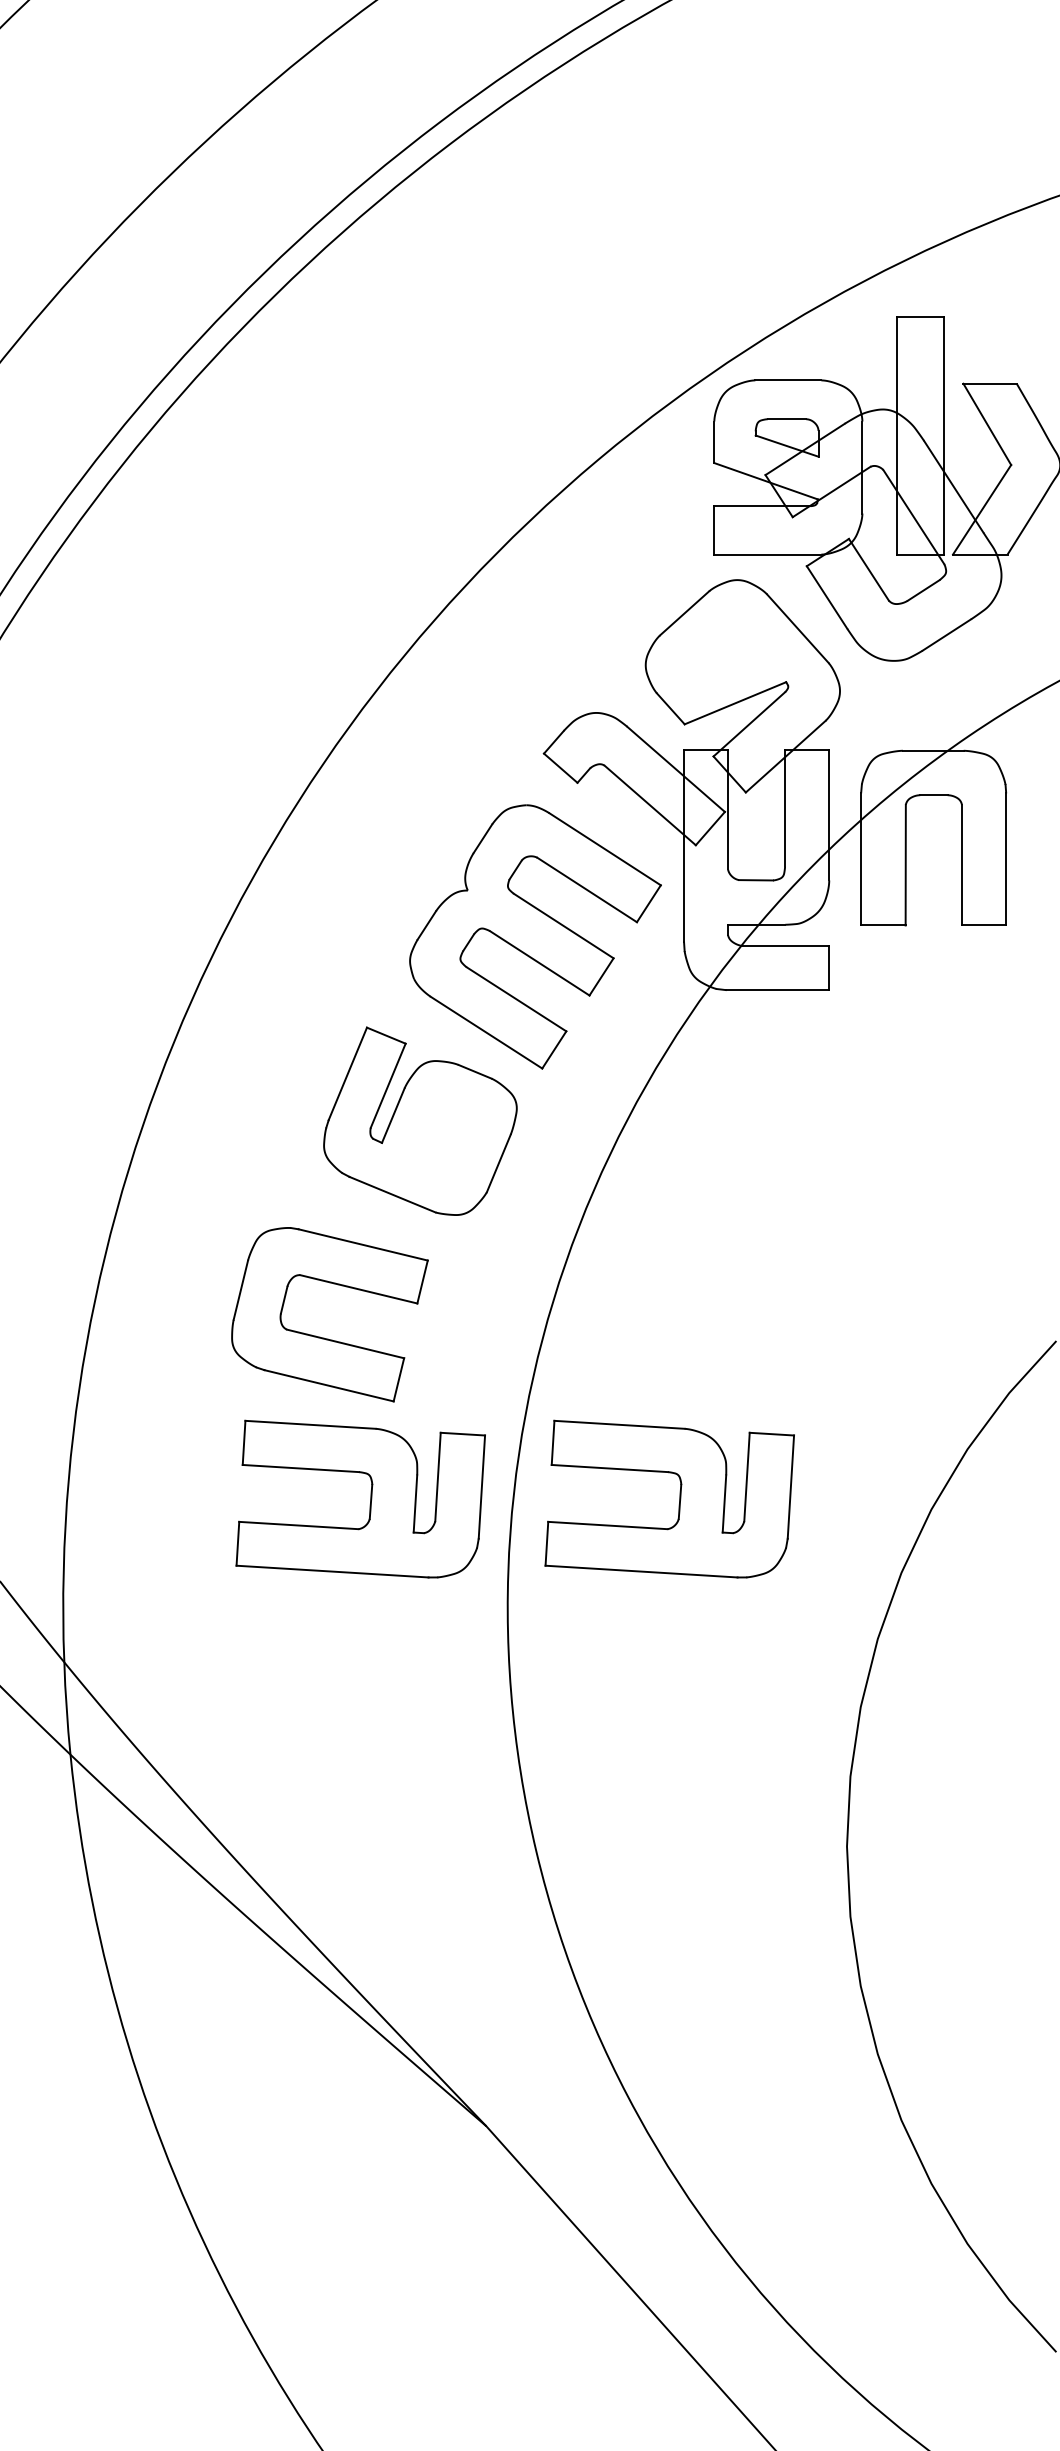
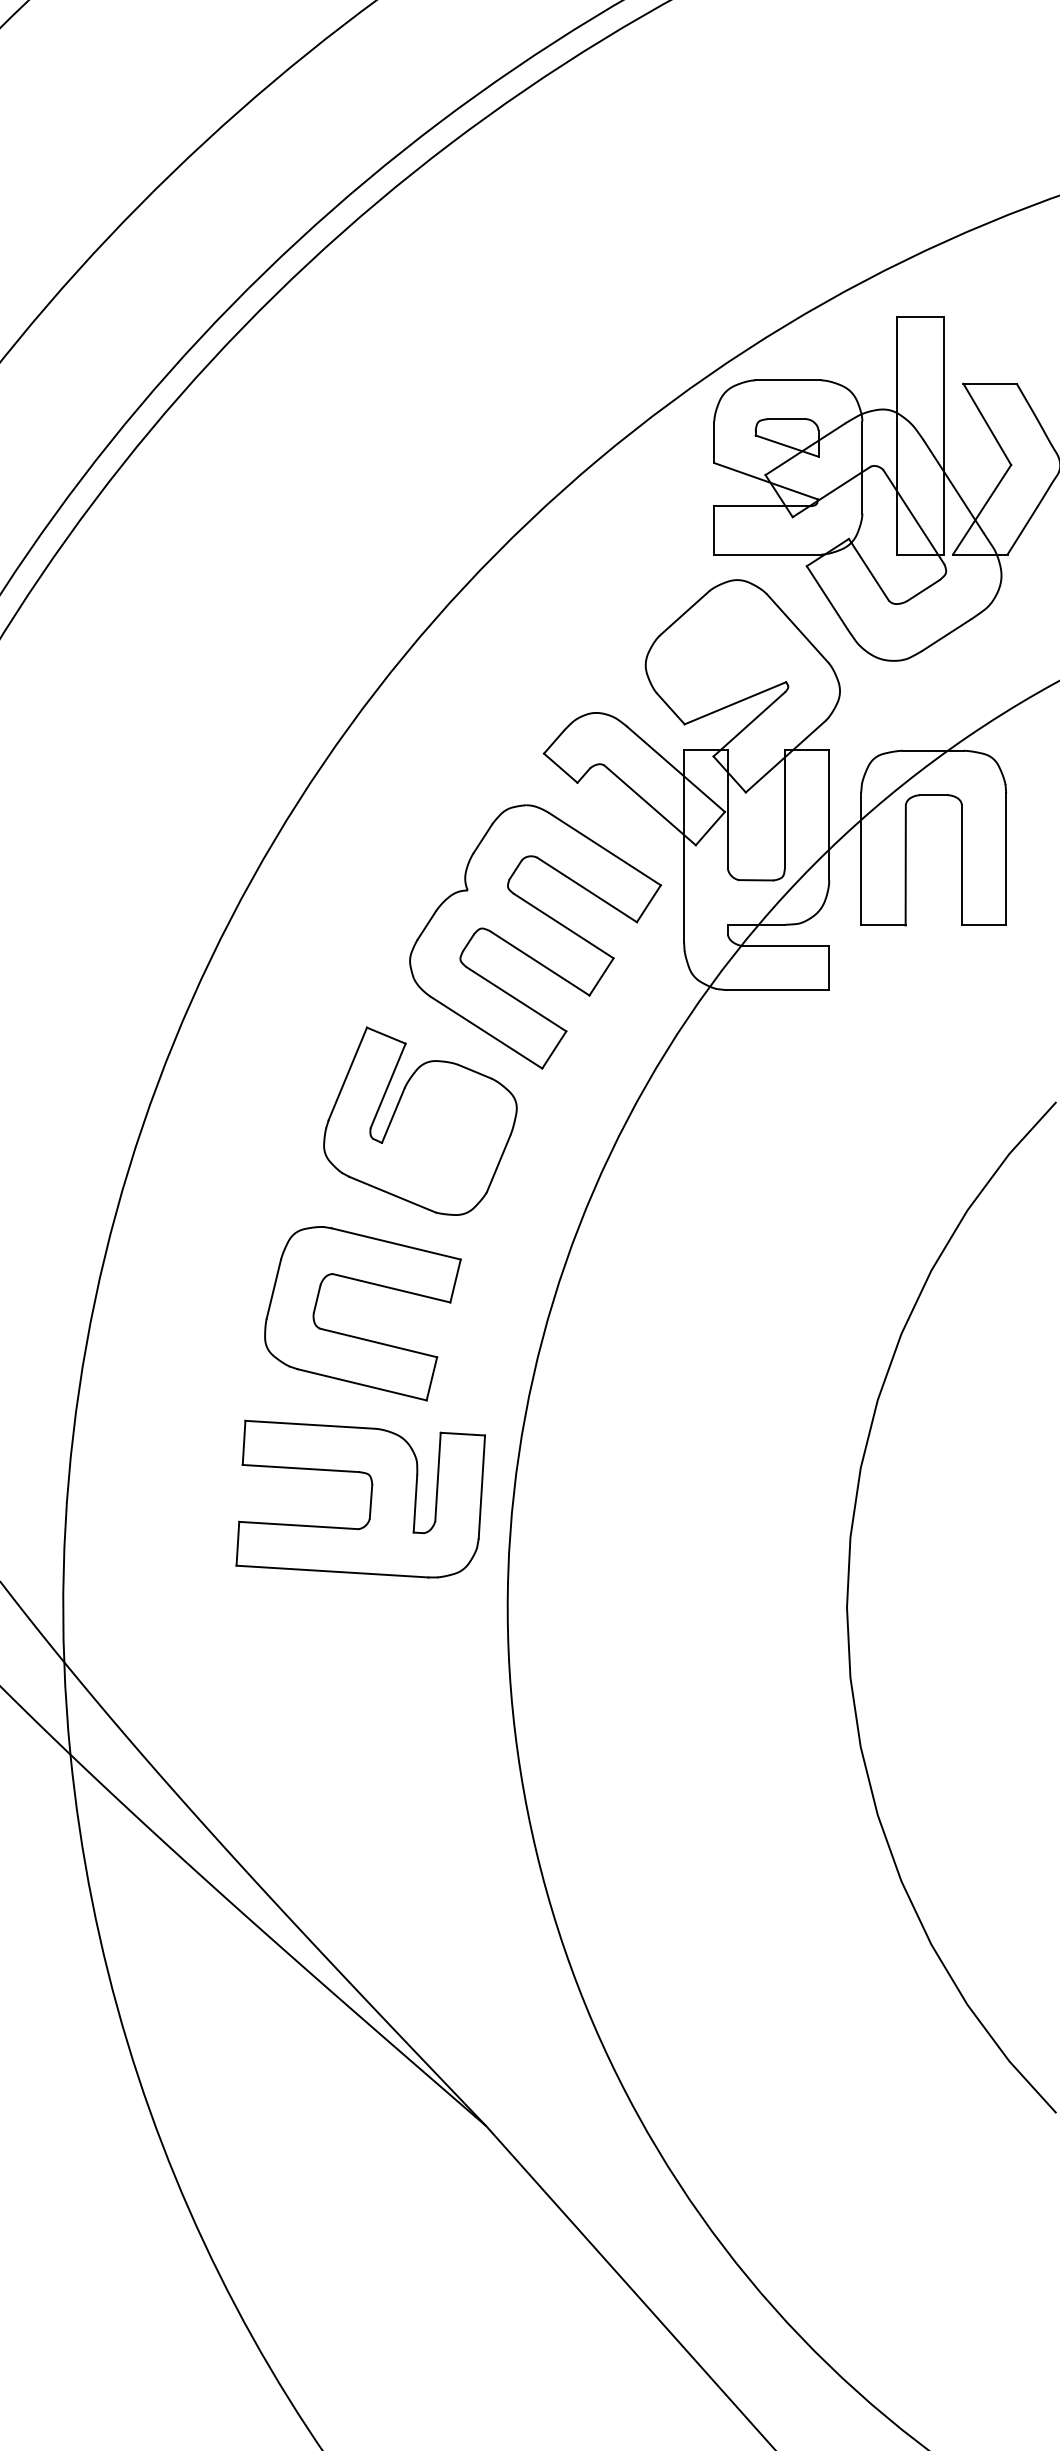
part at (324, 1337) position: (324, 1337) -> (357, 1336)
part at (679, 1498): present -> none
curve at (848, 1843) position: (848, 1843) -> (848, 1604)
